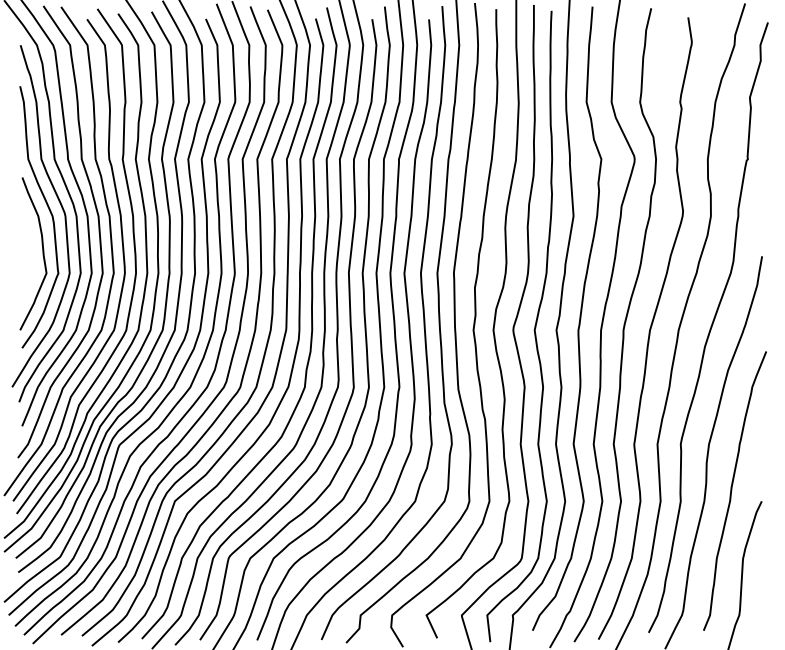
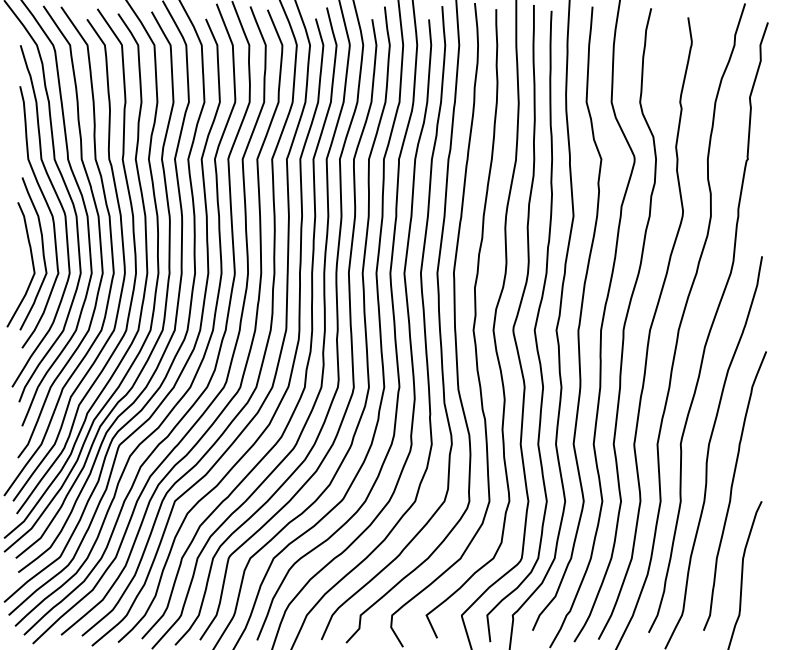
curve at (31, 261): none -> present
